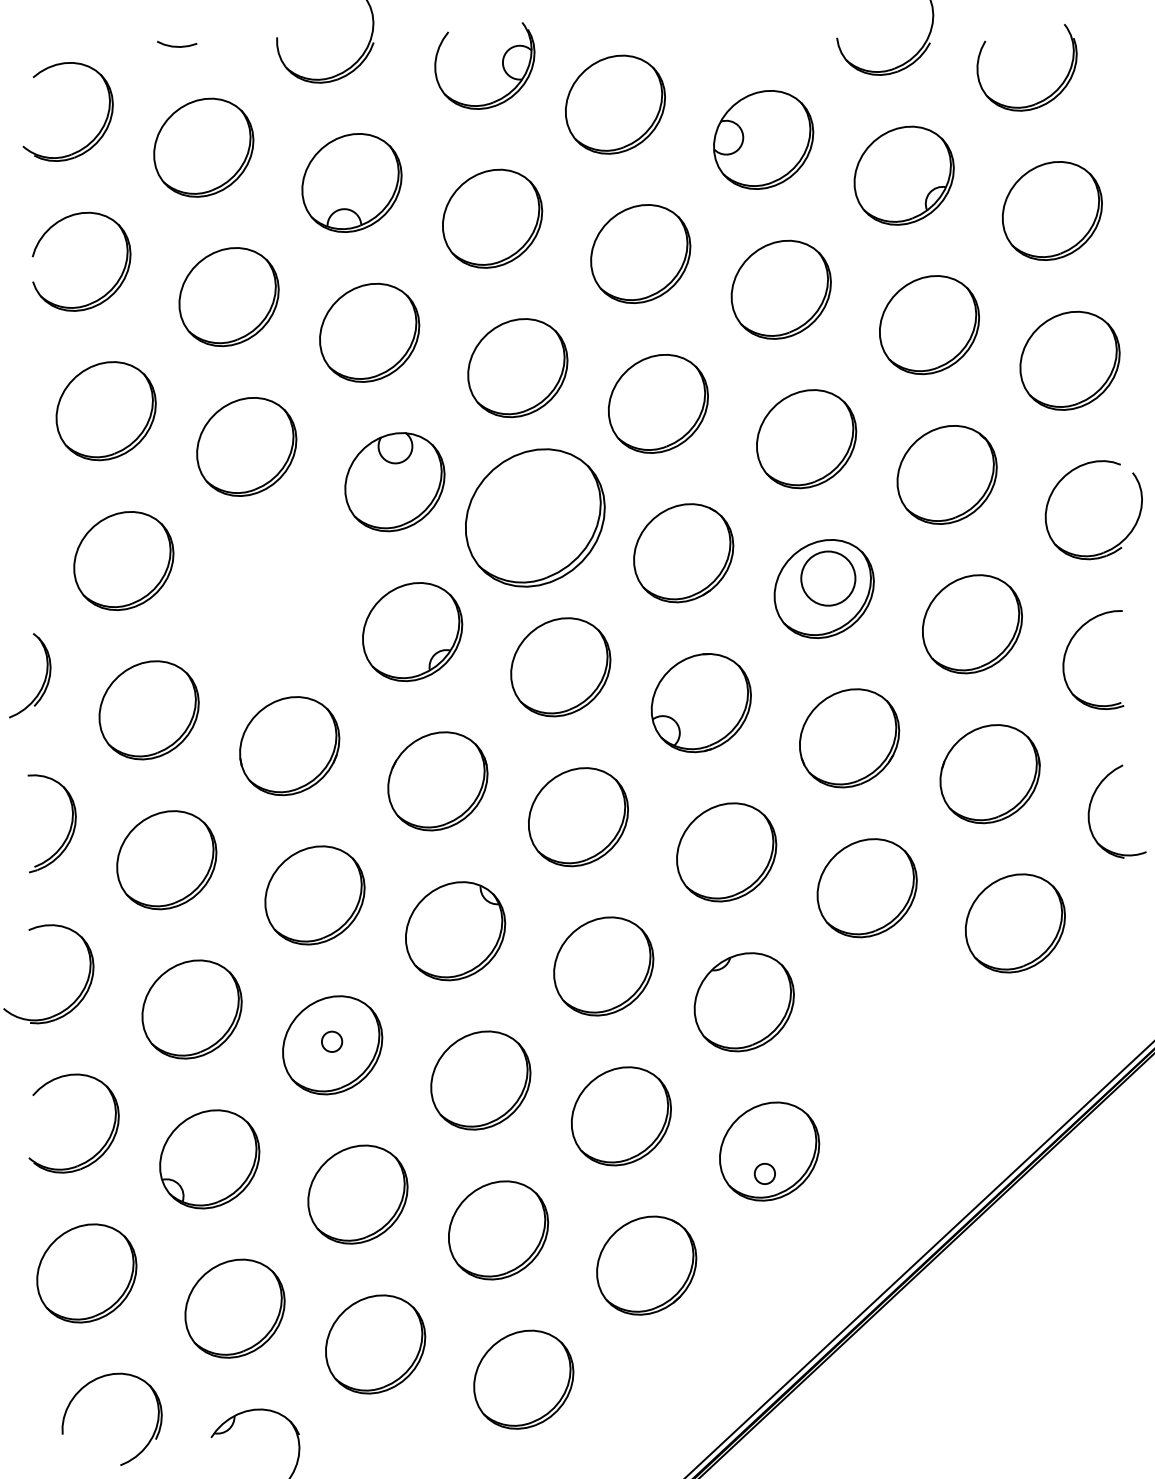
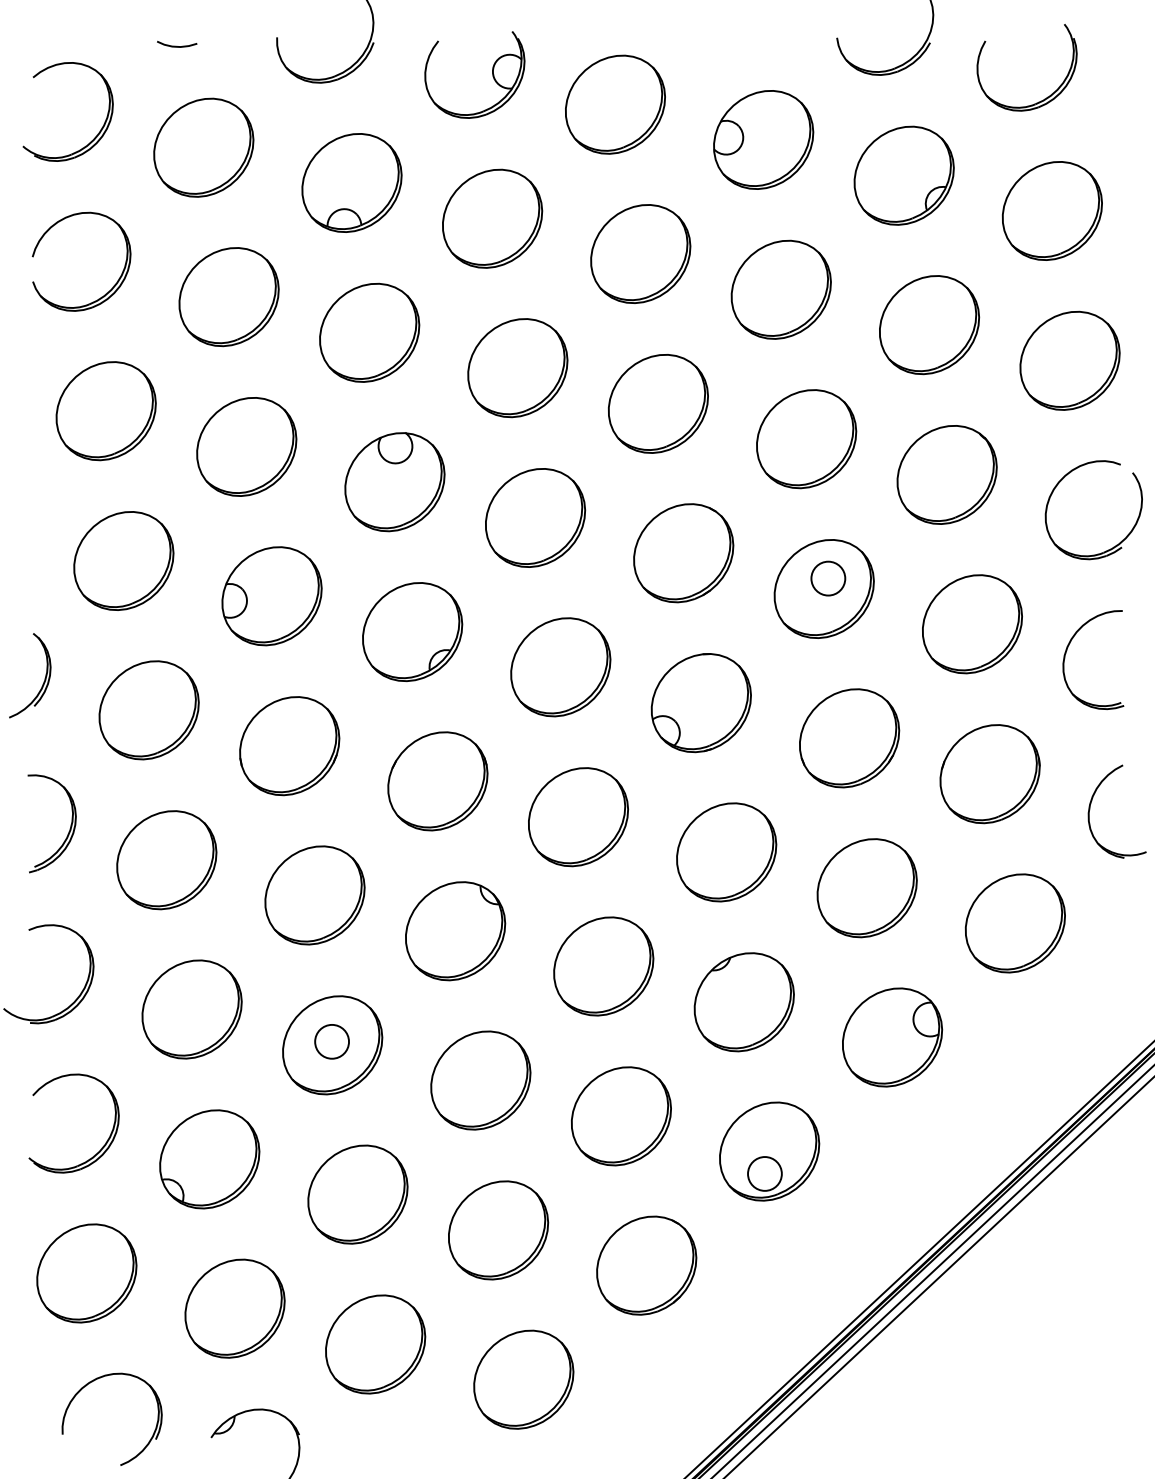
part at (502, 65) position: (502, 65) -> (492, 74)
part at (535, 517) size: 141x140 px -> 102x100 px
circle at (828, 578) diameter: 54 px -> 34 px
part at (271, 596): none -> present
part at (892, 1037): none -> present
circle at (331, 1041) diameter: 20 px -> 34 px
circle at (764, 1173) diameter: 20 px -> 34 px
line at (932, 1271): none -> present
line at (939, 1277): none -> present
